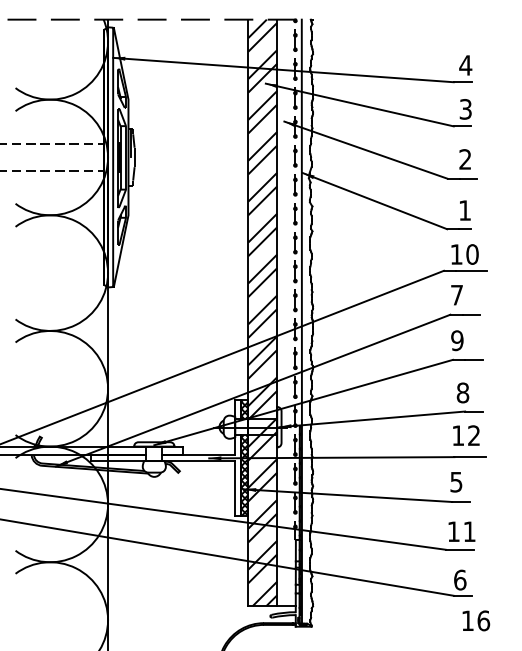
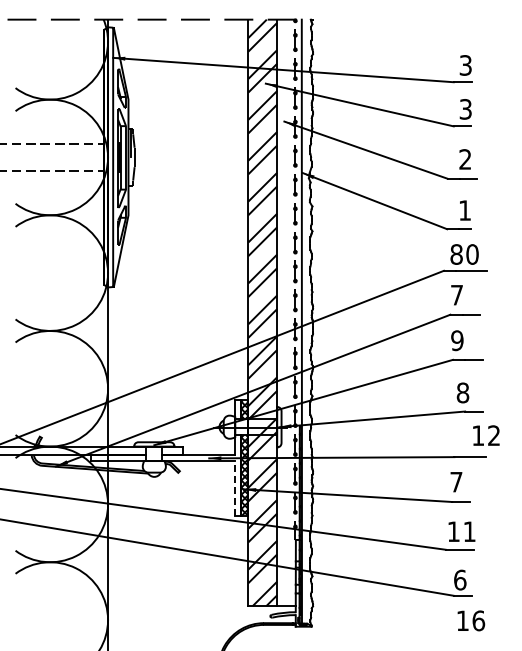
text at (465, 65): 4 -> 3
text at (456, 254): 10 -> 80
text at (466, 435) position: (466, 435) -> (486, 435)
text at (456, 482): 5 -> 7
line at (235, 488): solid -> dashed
text at (476, 620) position: (476, 620) -> (471, 620)
